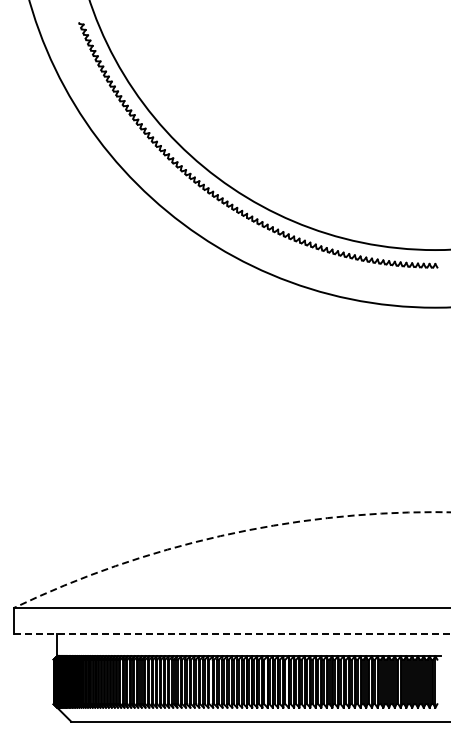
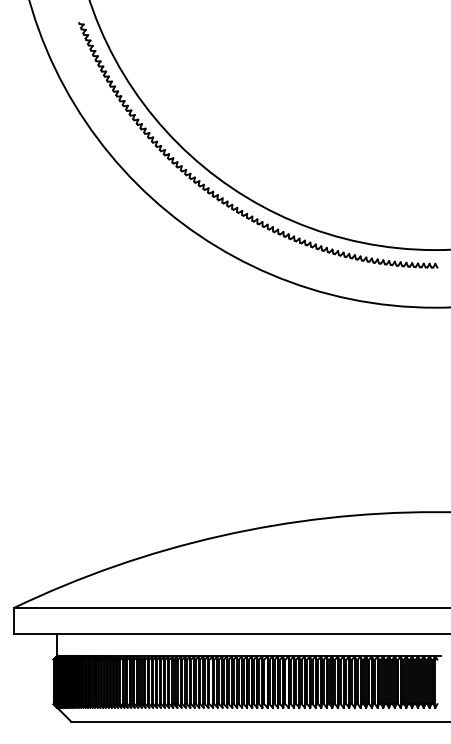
arc at (227, 534): dashed -> solid
line at (231, 634): dashed -> solid
